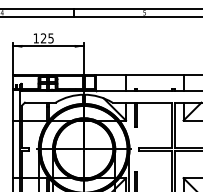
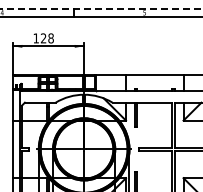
line at (101, 8): solid -> dashed
text at (50, 38): 125 -> 128
